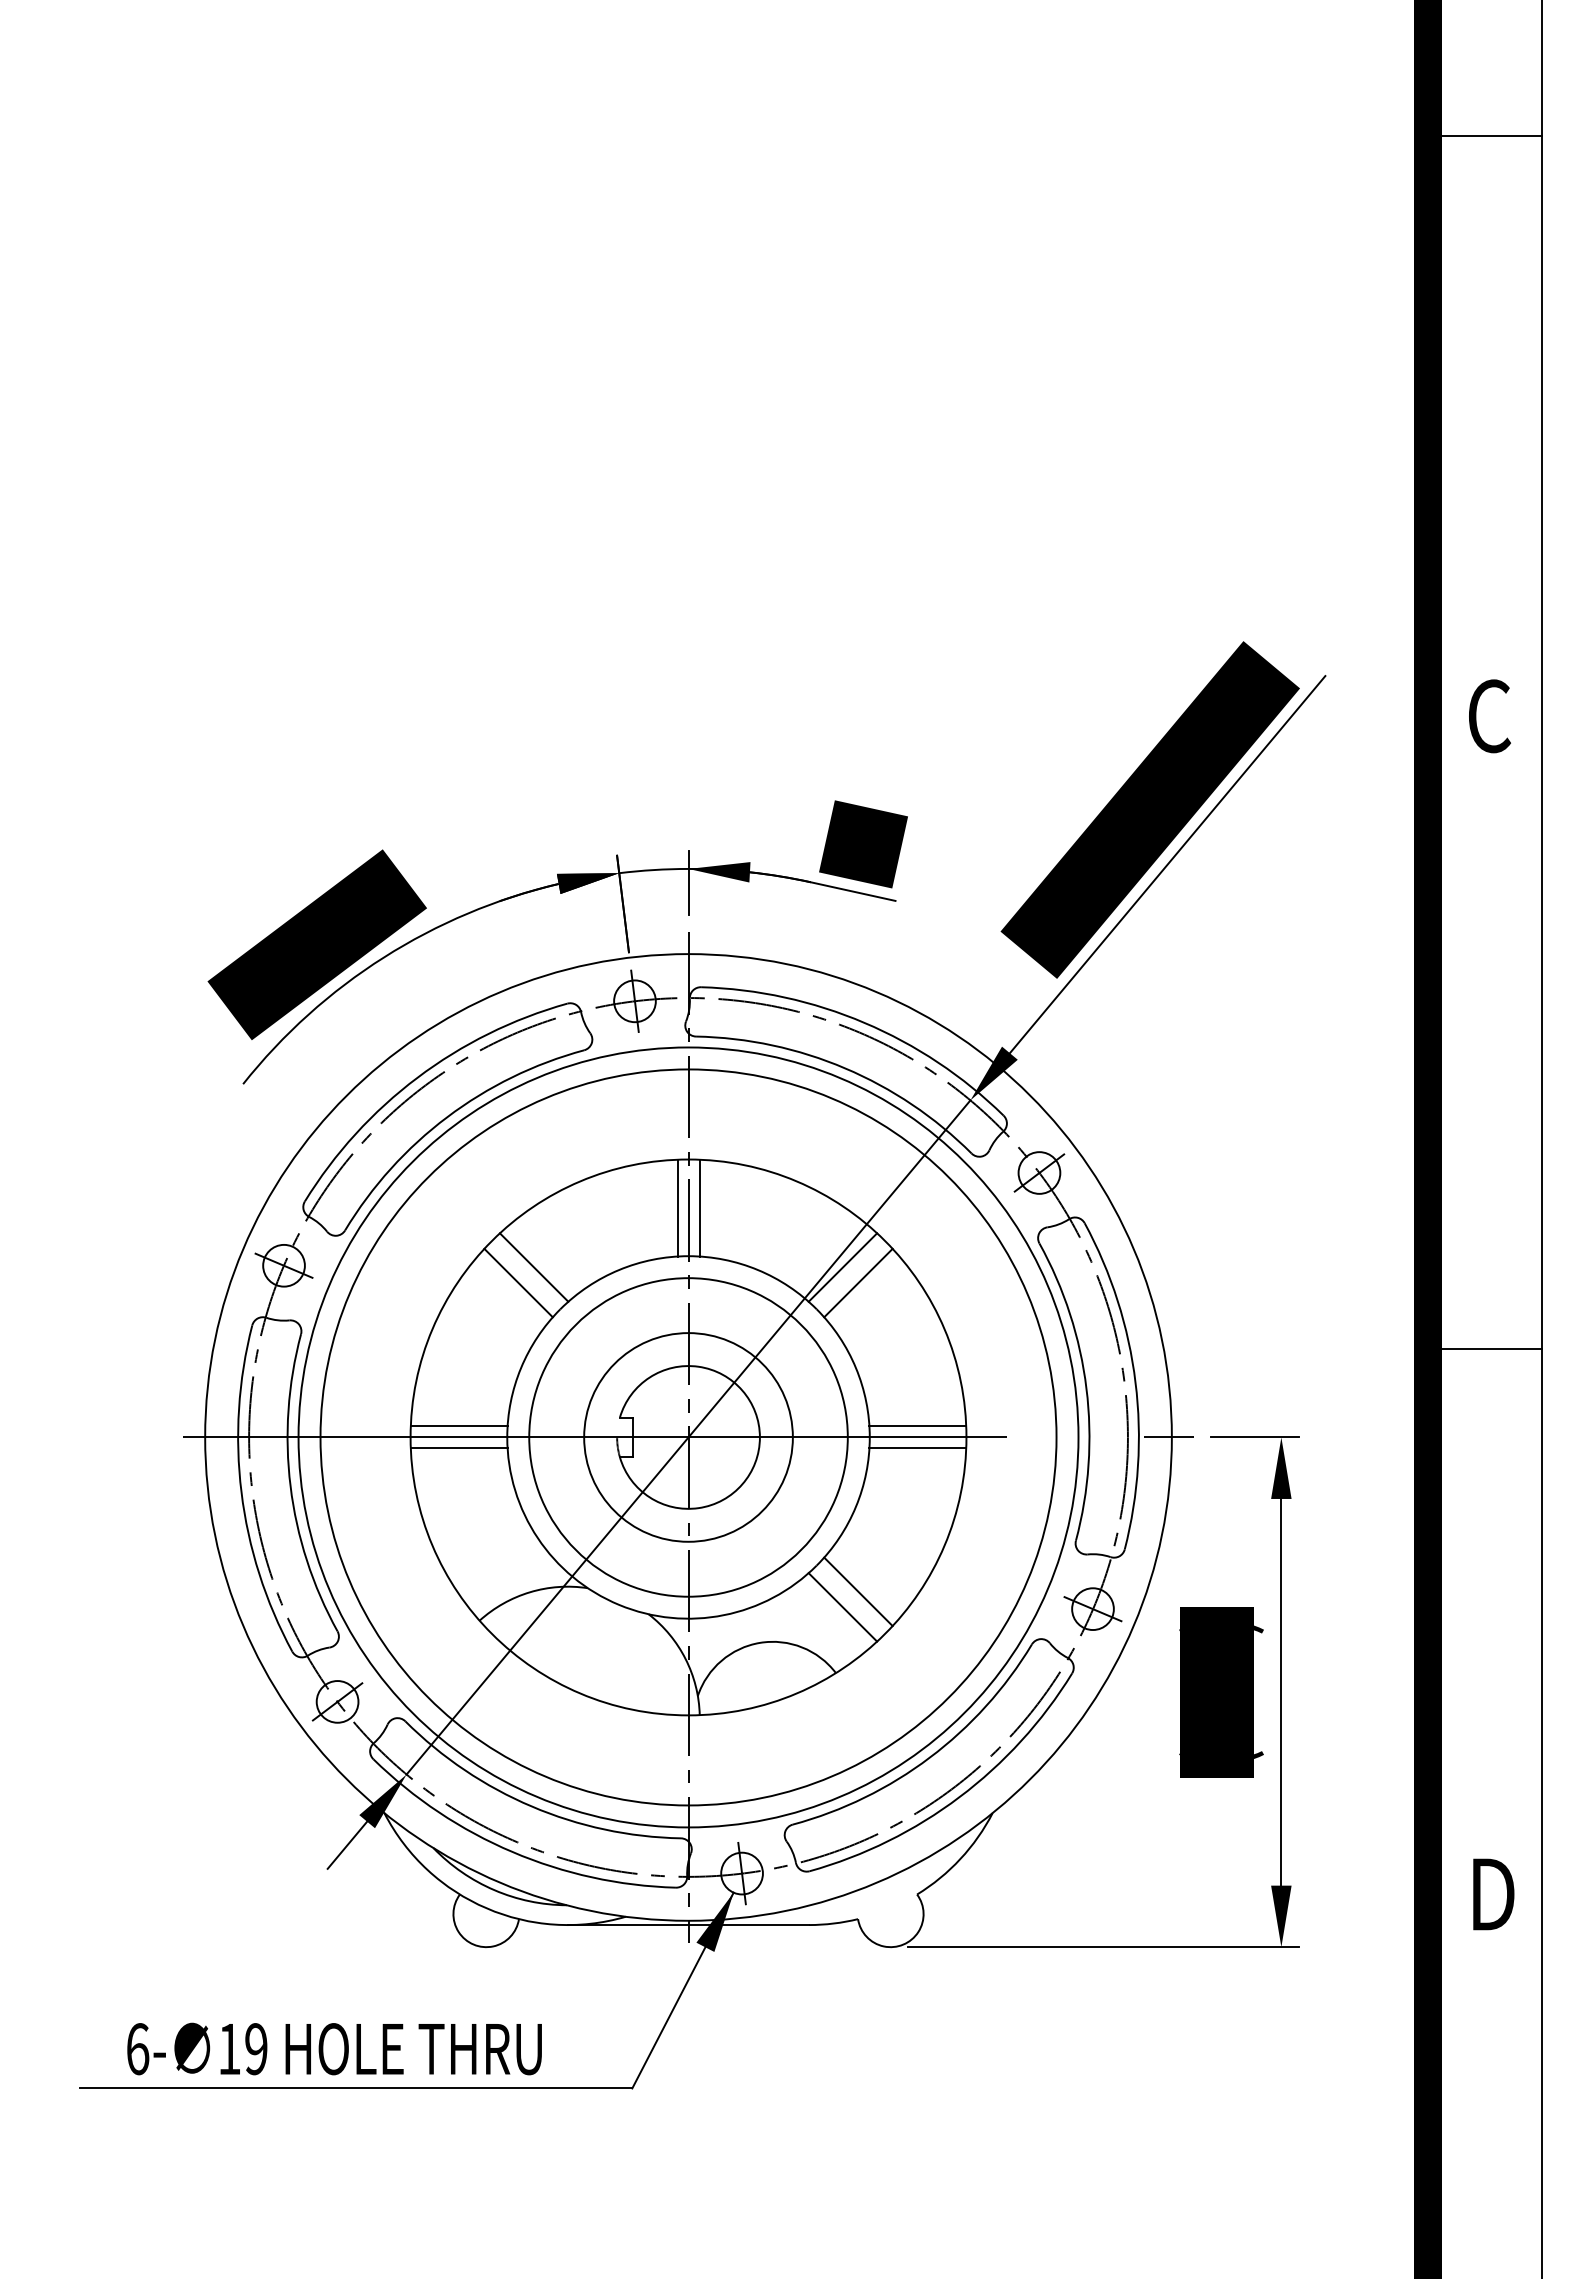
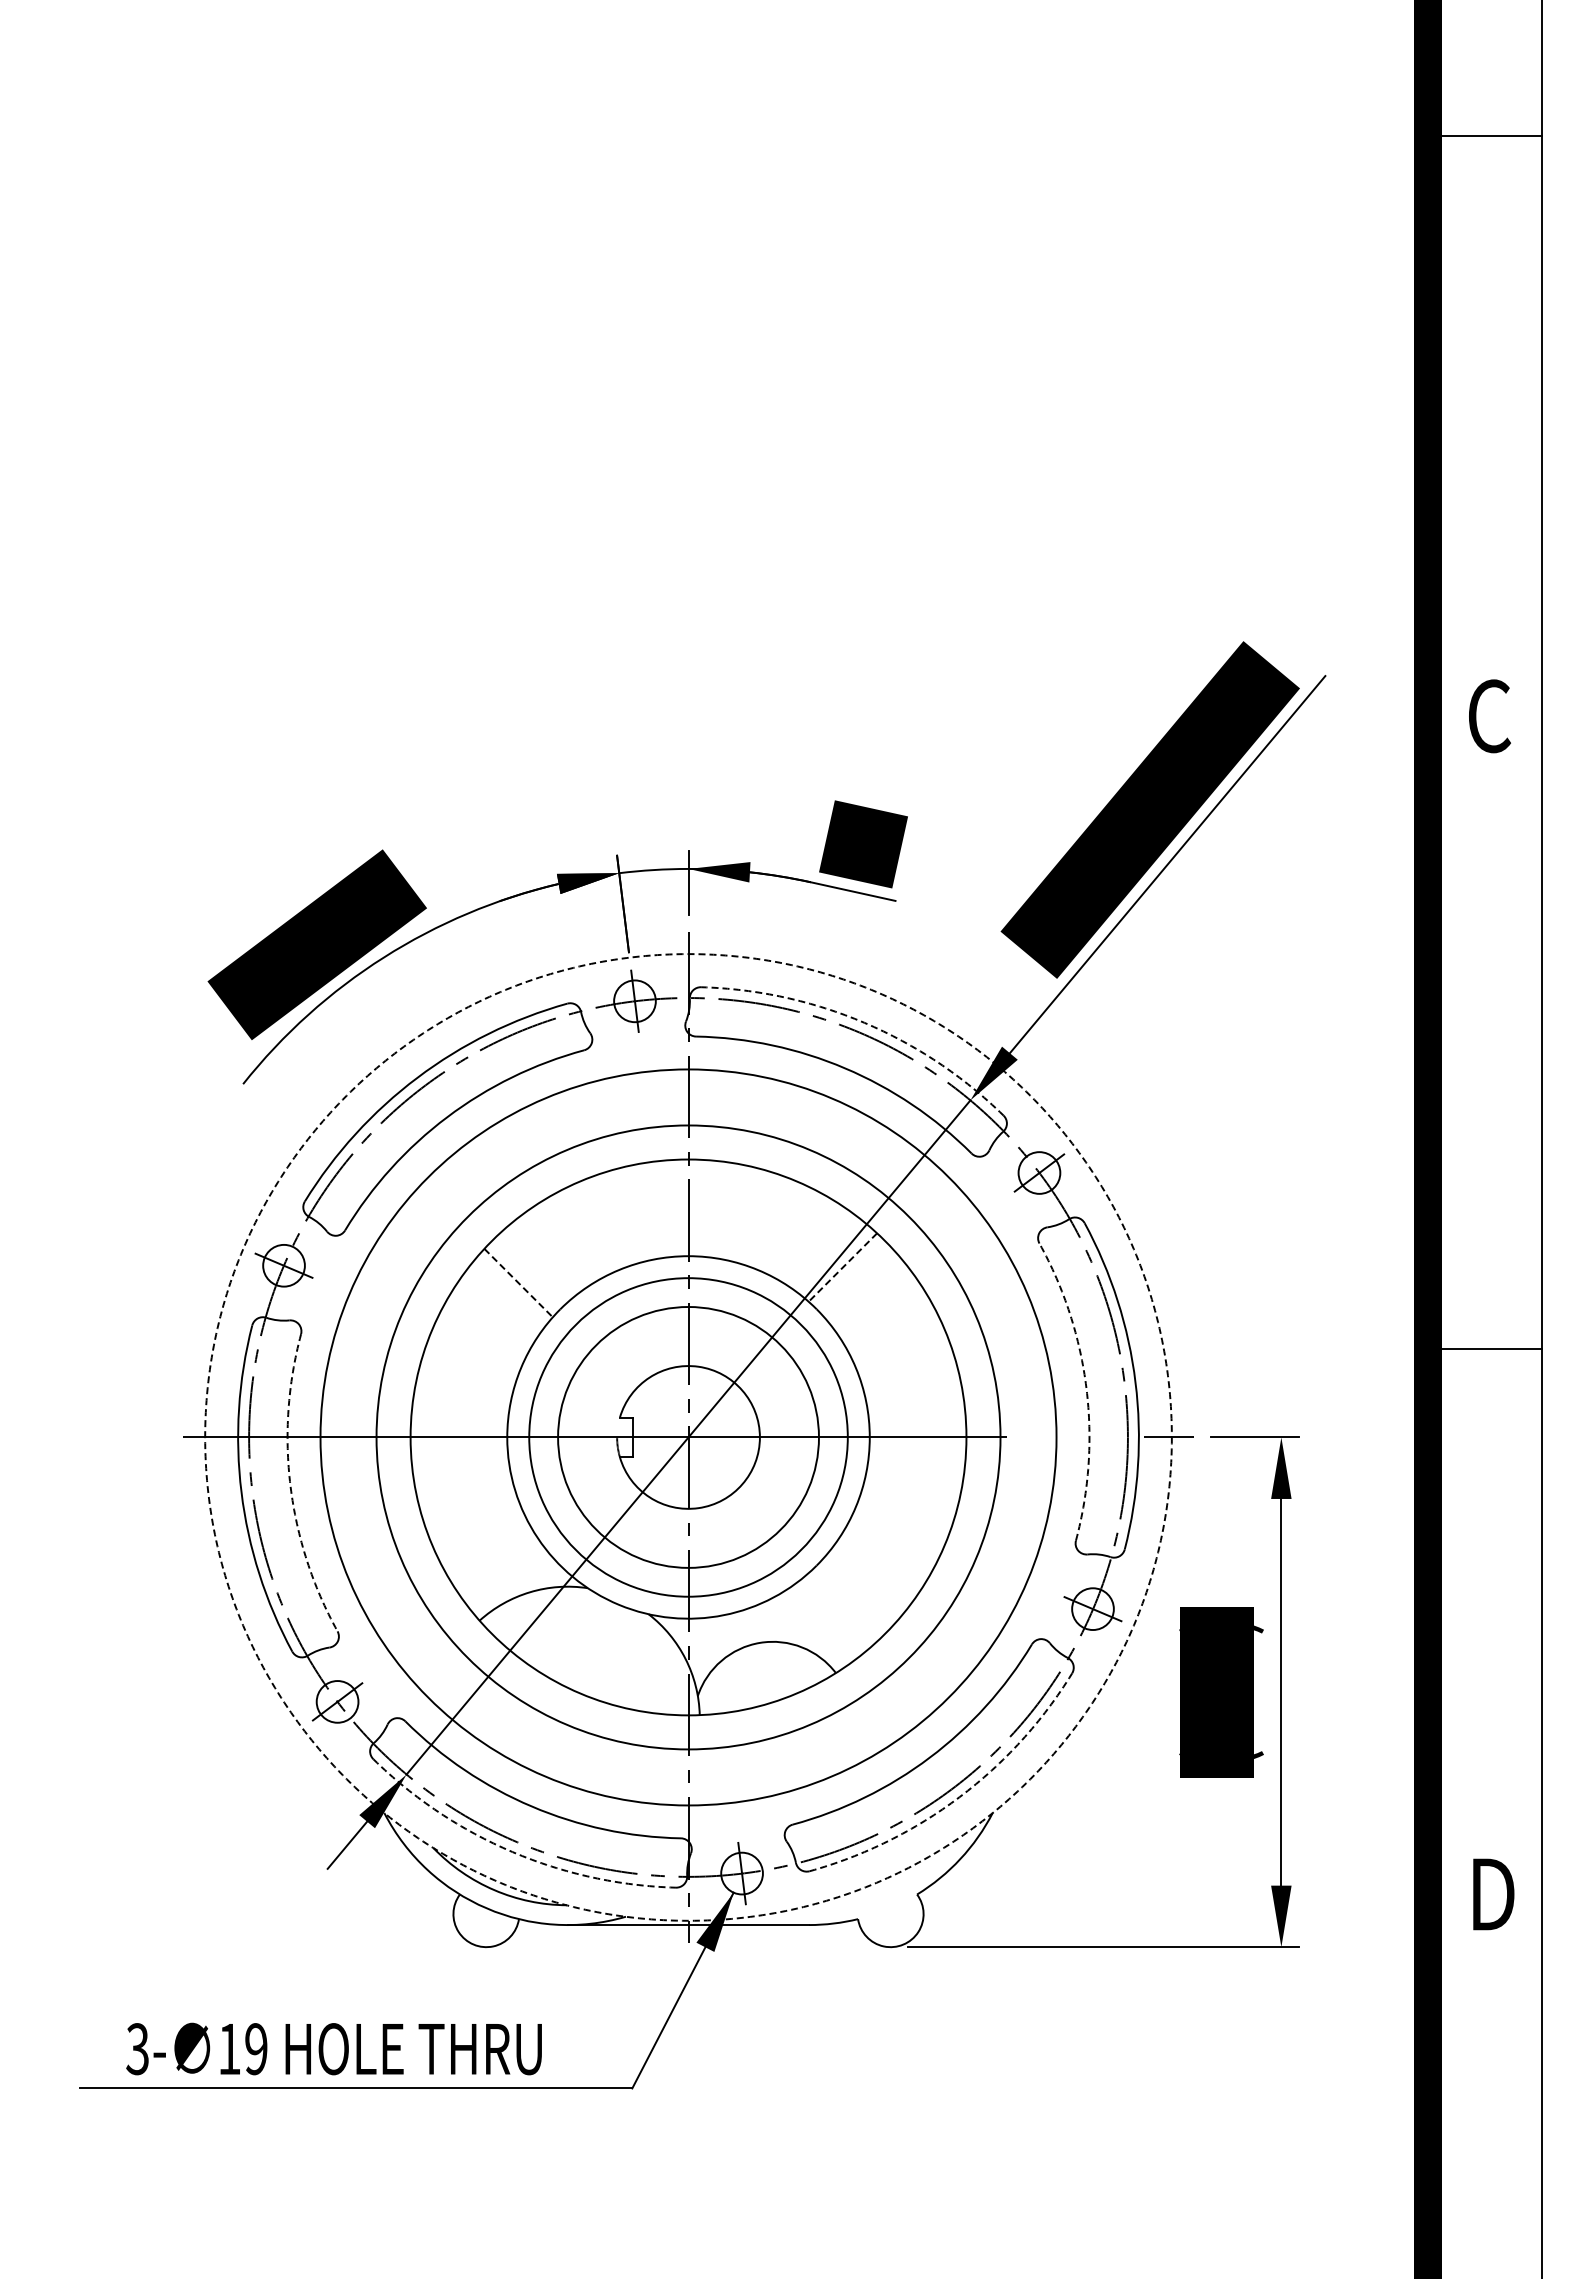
arc at (864, 1022): solid -> dashed
line at (677, 1207): present -> none
line at (699, 1207): present -> none
line at (533, 1267): present -> none
line at (842, 1267): solid -> dashed
line at (858, 1282): present -> none
line at (518, 1283): solid -> dashed
arc at (1086, 1388): solid -> dashed
line at (458, 1426): present -> none
line at (917, 1426): present -> none
circle at (688, 1437) diameter: 209 px -> 261 px
circle at (688, 1437) diameter: 780 px -> 624 px
circle at (688, 1437): solid -> dashed
line at (458, 1448): present -> none
line at (917, 1448): present -> none
arc at (290, 1486): solid -> dashed
line at (858, 1591): present -> none
line at (842, 1607): present -> none
arc at (959, 1797): solid -> dashed
arc at (512, 1852): solid -> dashed
text at (137, 2049): 6- -> 3-
